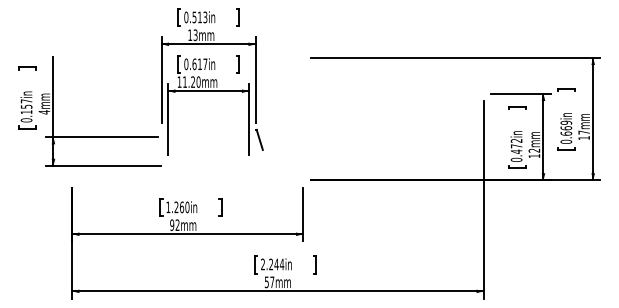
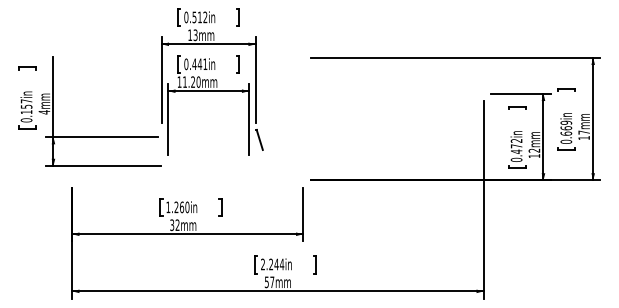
text at (205, 17): 0.513in -> 0.512in
text at (199, 64): 0.617in -> 0.441in
text at (172, 224): 92mm -> 32mm
